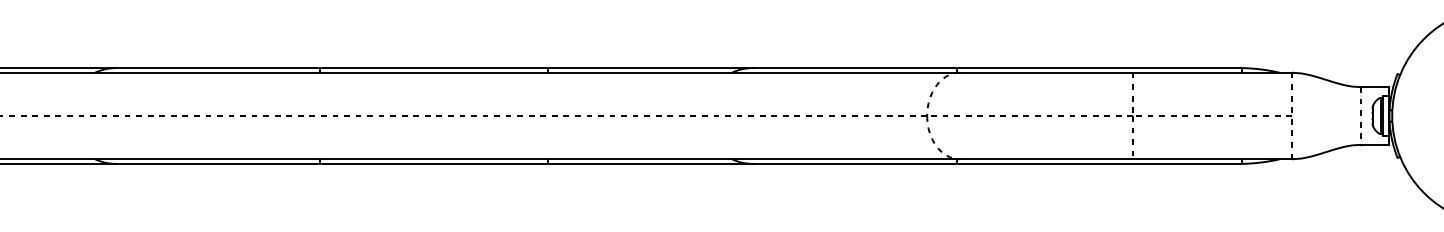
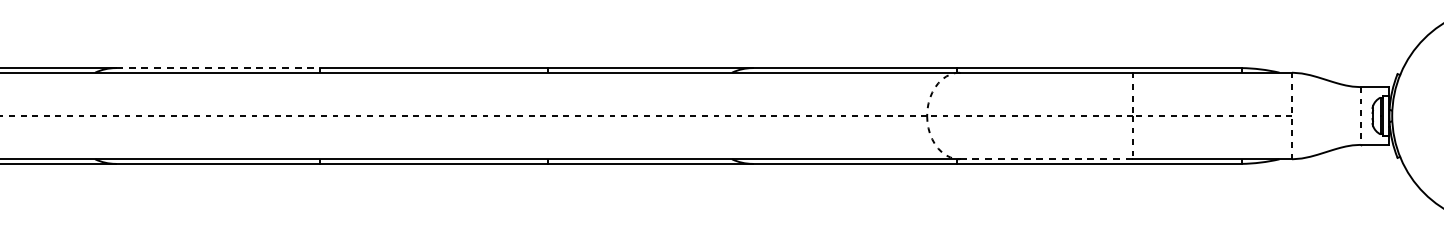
line at (218, 68): solid -> dashed
line at (1046, 159): solid -> dashed
